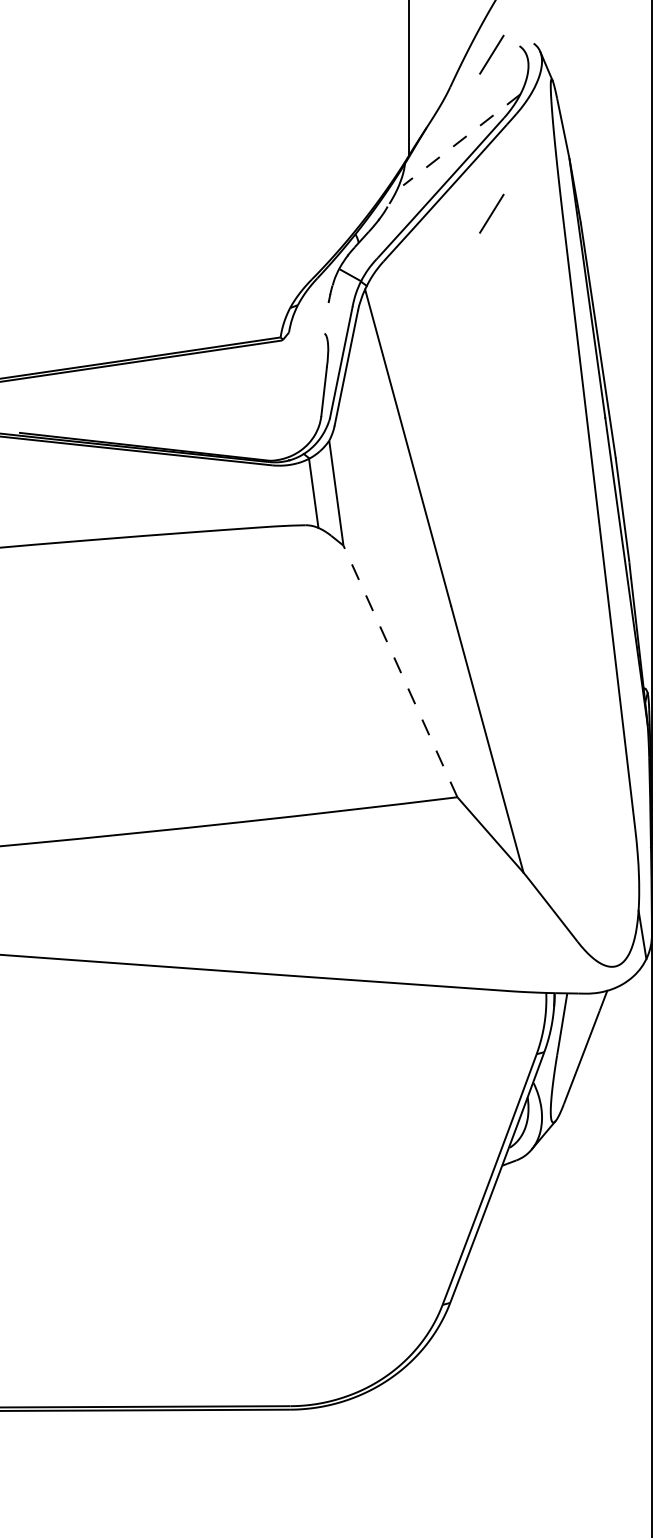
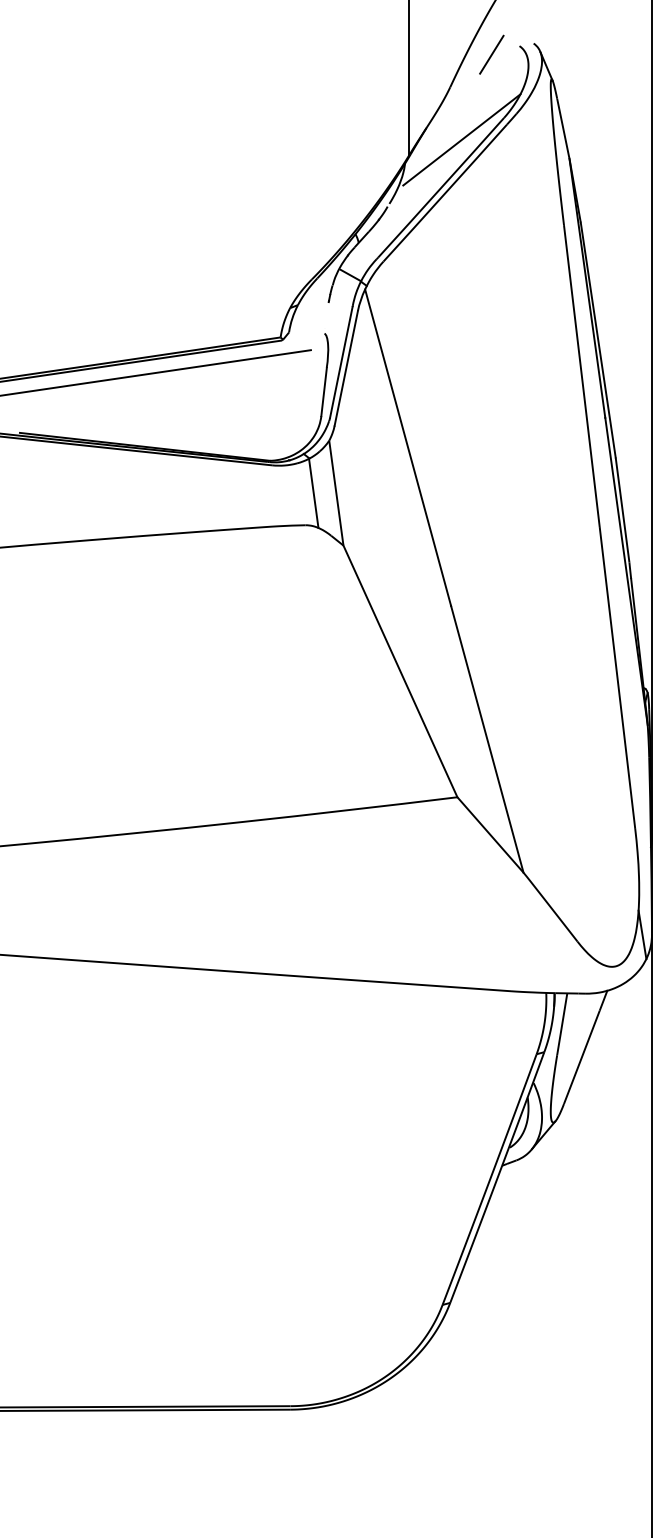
line at (461, 140): dashed -> solid
line at (491, 213): present -> none
line at (156, 372): none -> present
line at (400, 670): dashed -> solid
